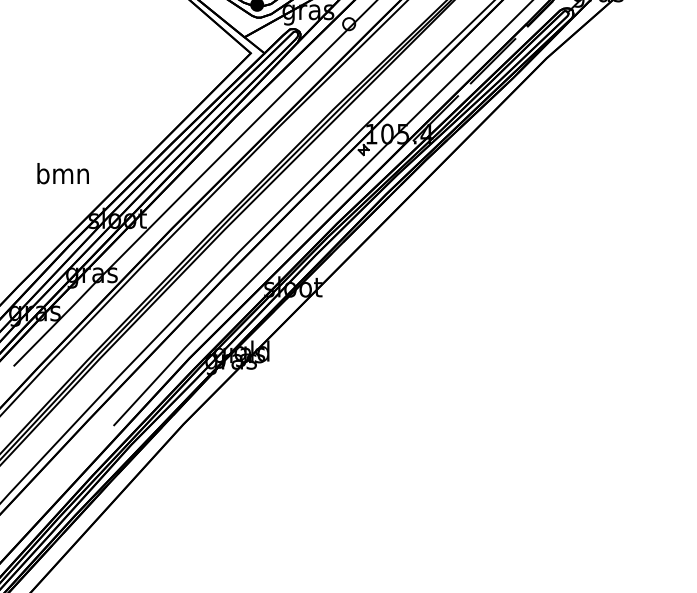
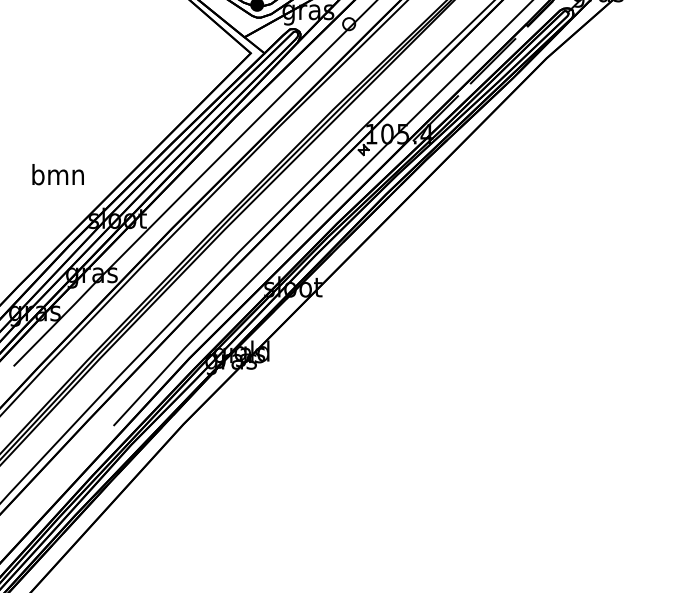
text at (62, 173) position: (62, 173) -> (57, 174)
